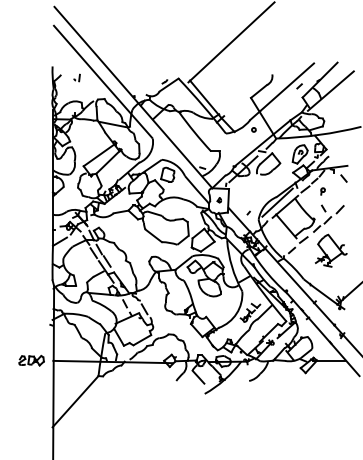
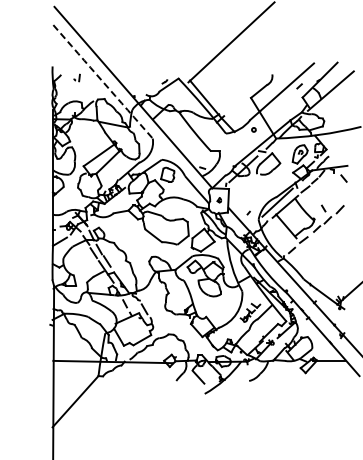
arc at (102, 81): solid -> dashed
part at (322, 191): present -> none
part at (330, 250): present -> none
part at (31, 360): present -> none
